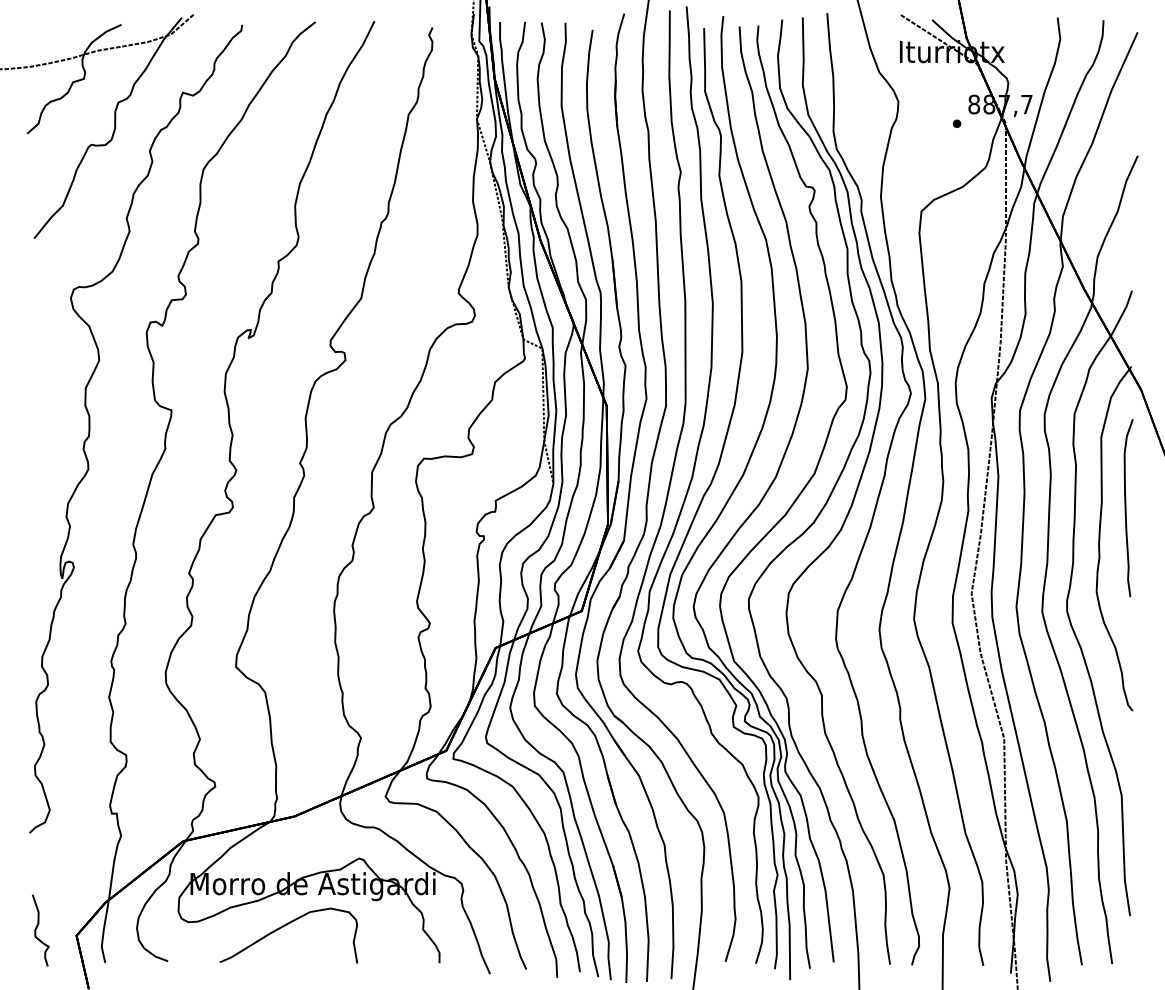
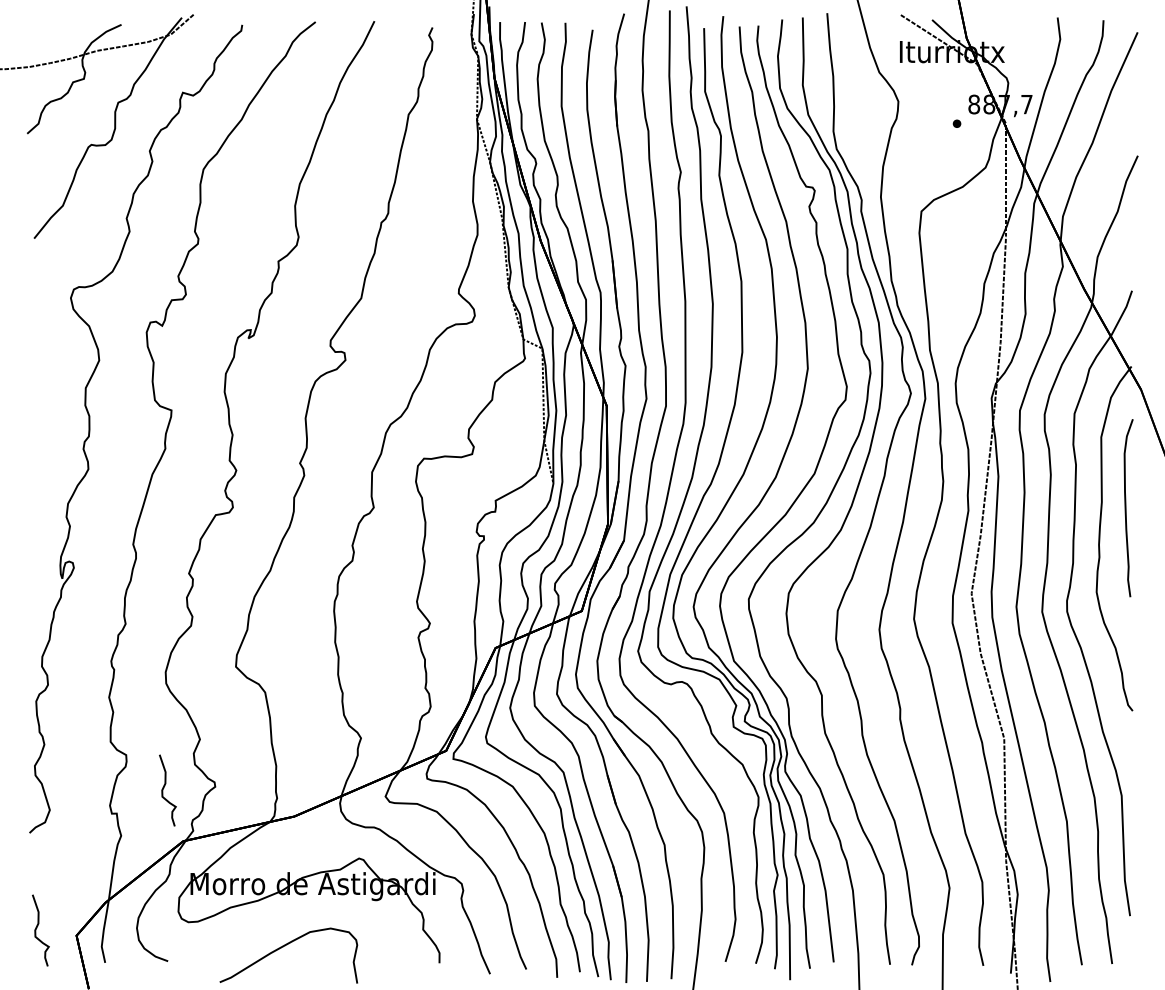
curve at (164, 788): none -> present
curve at (283, 927) position: (283, 927) -> (283, 947)
